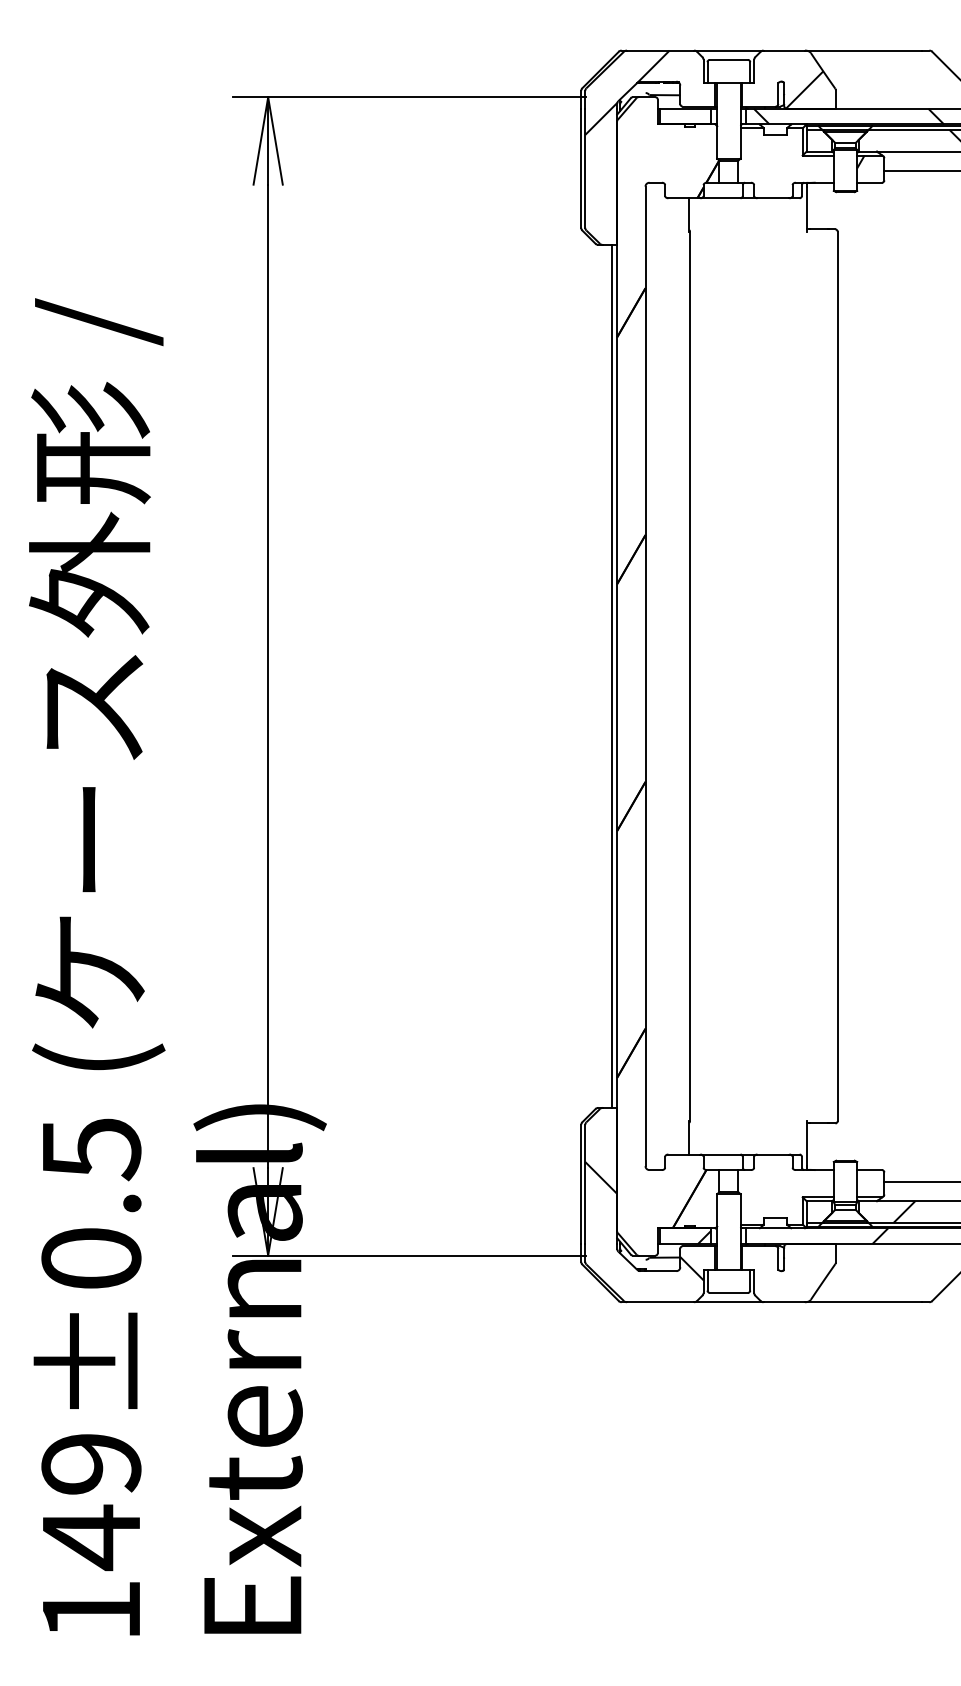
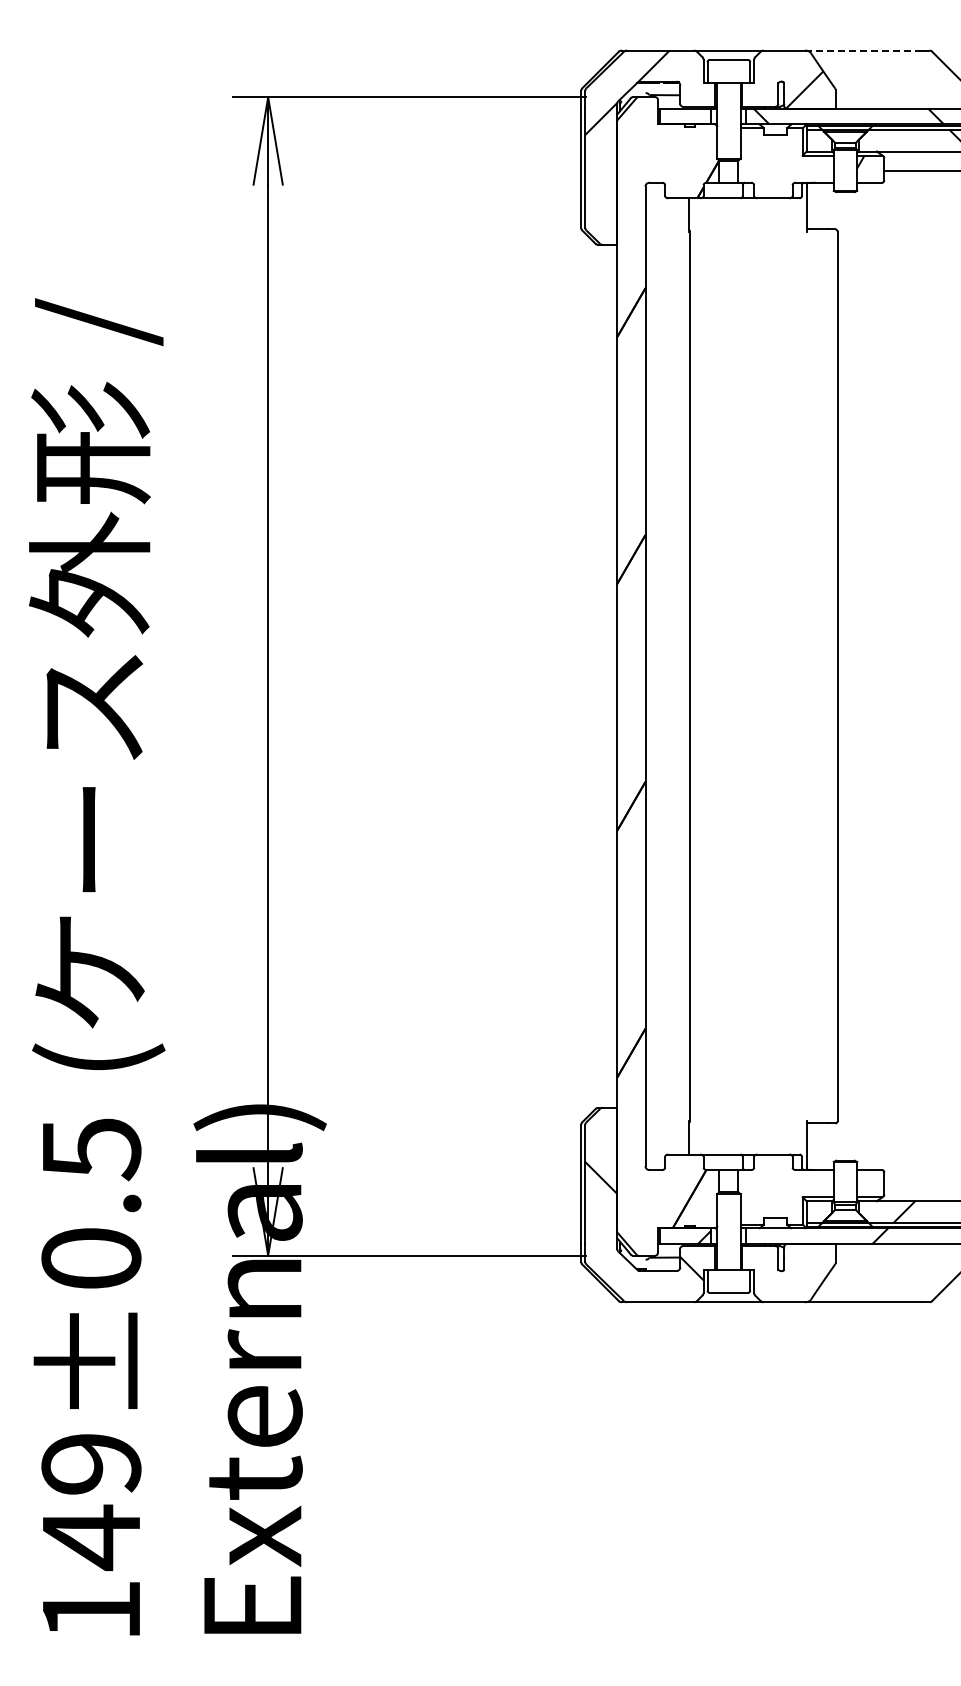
line at (862, 50): solid -> dashed
line at (612, 675): present -> none
line at (920, 1181): present -> none
